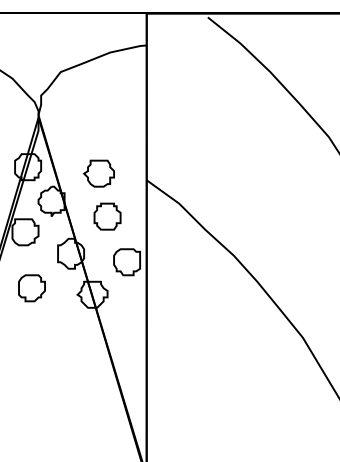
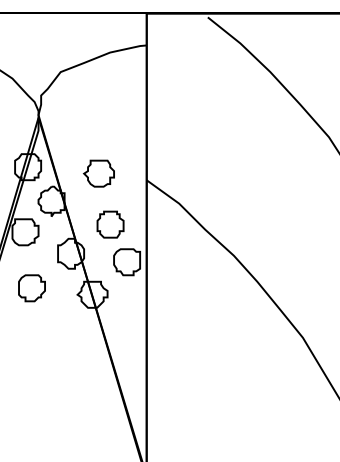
part at (107, 216) position: (107, 216) -> (110, 224)
